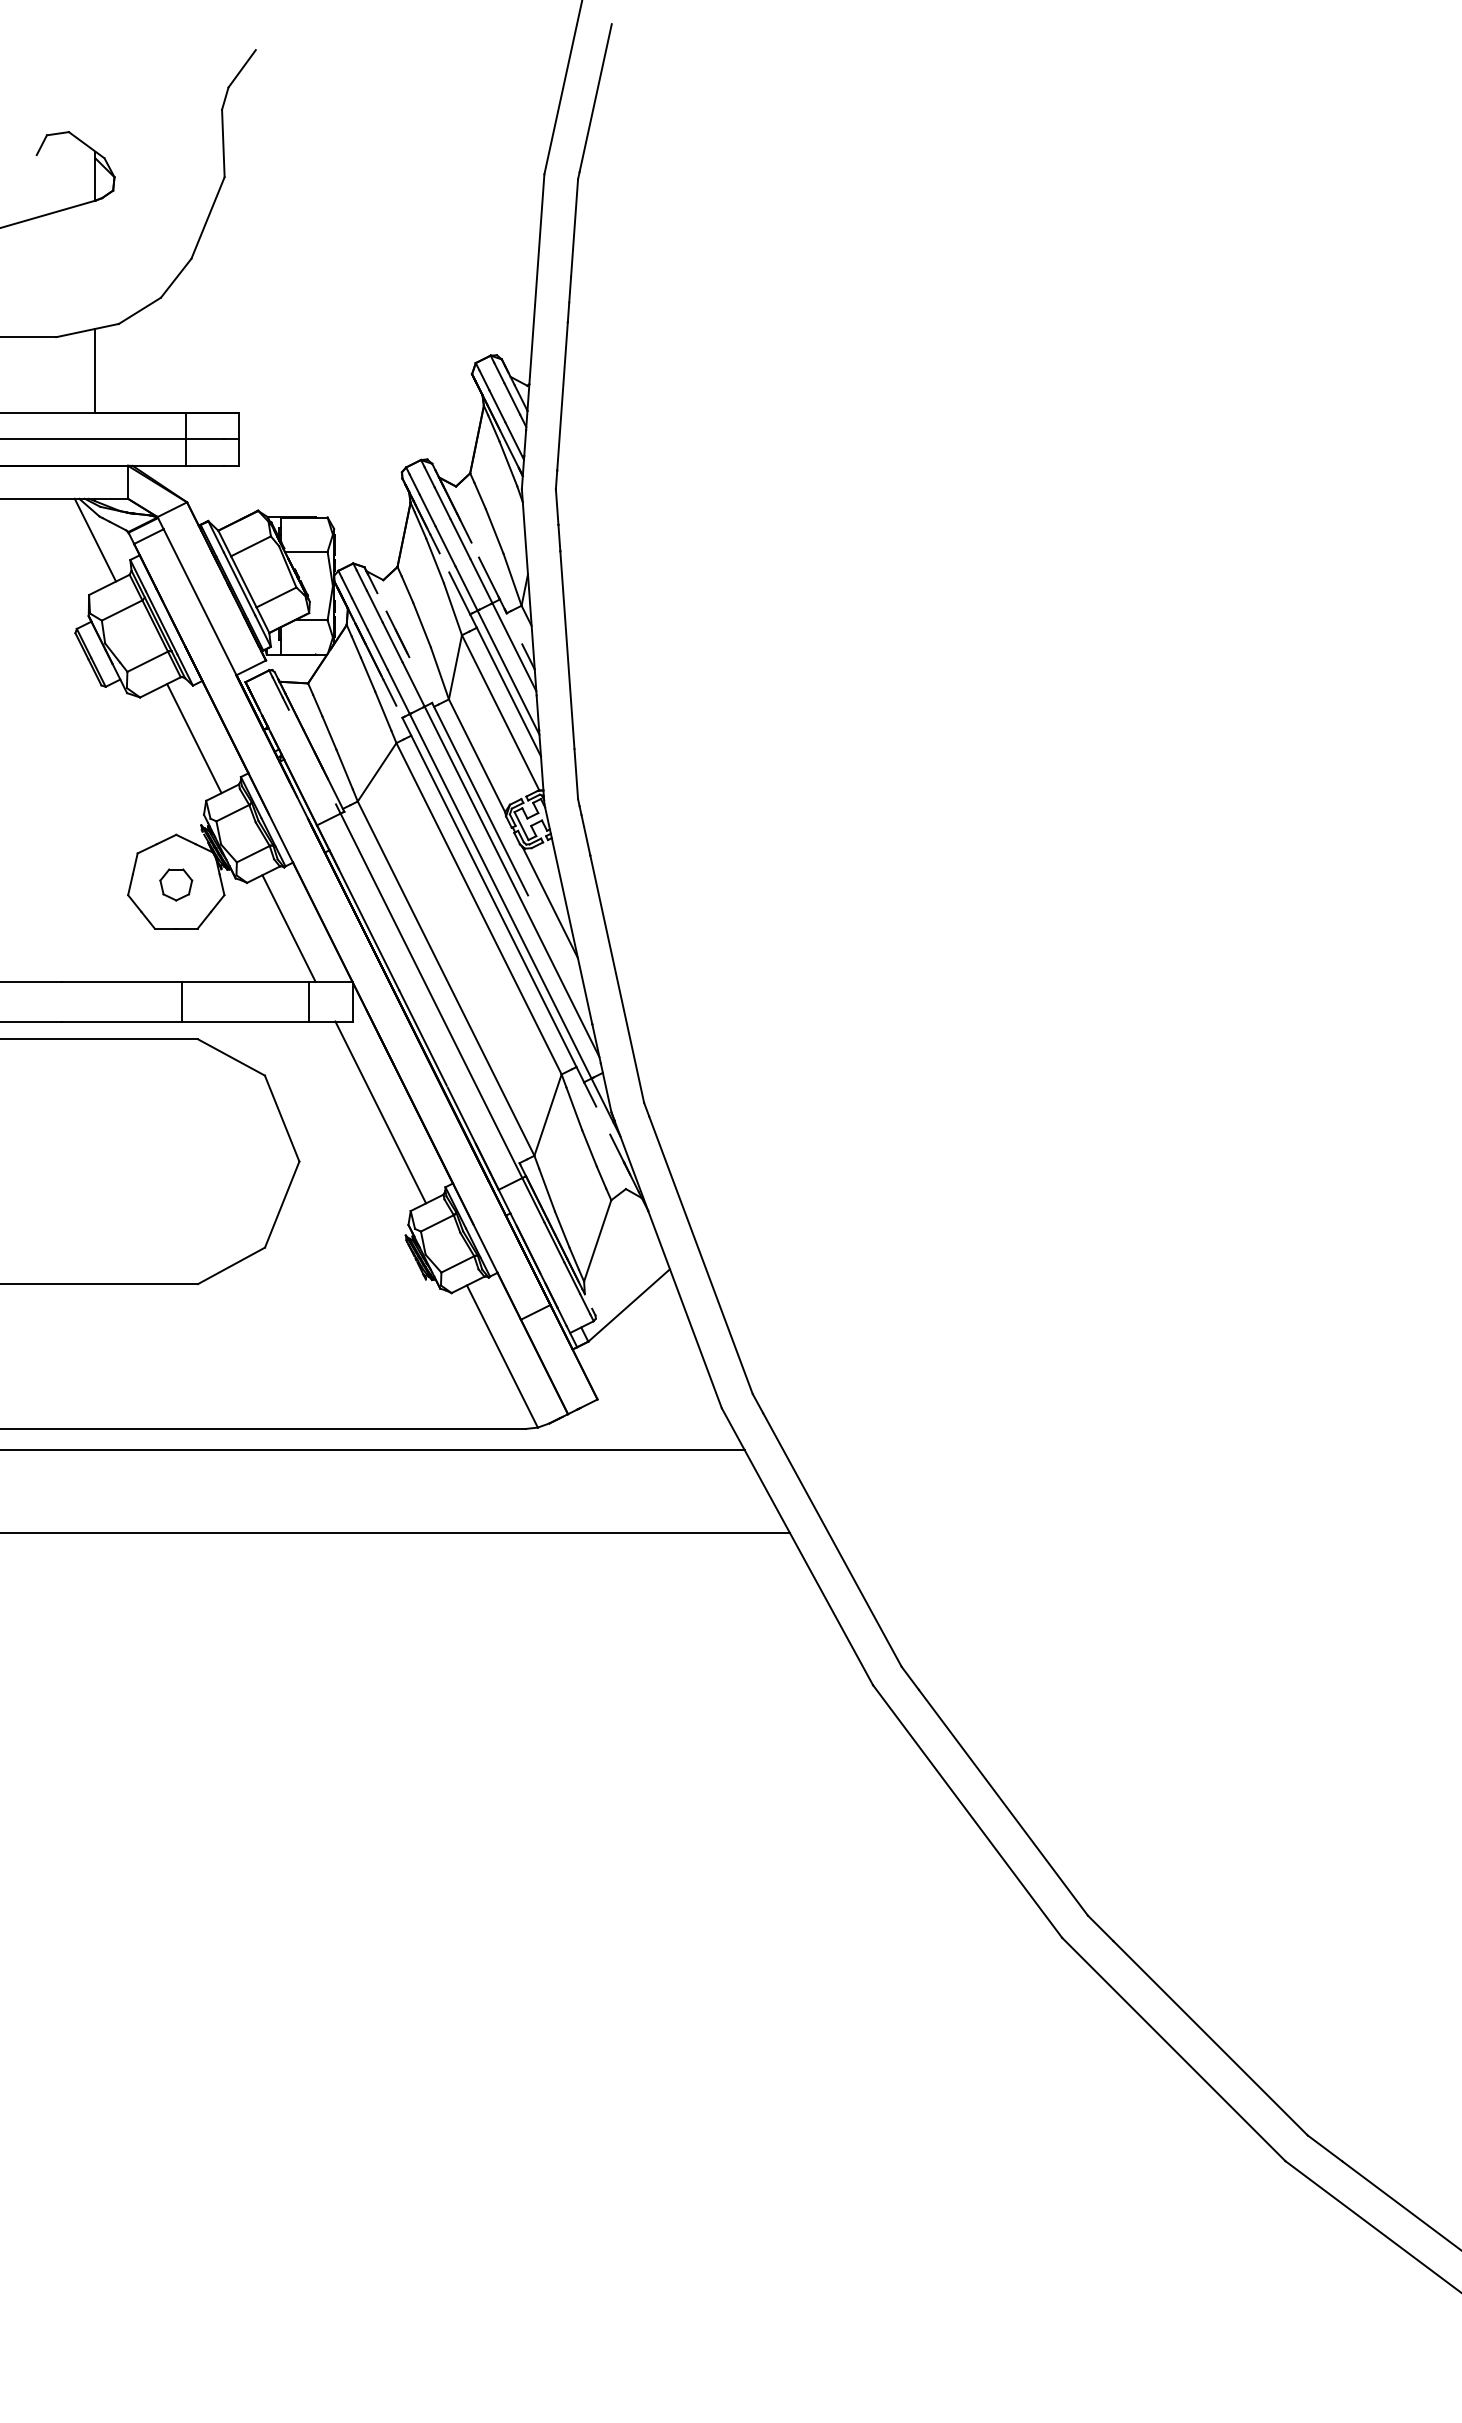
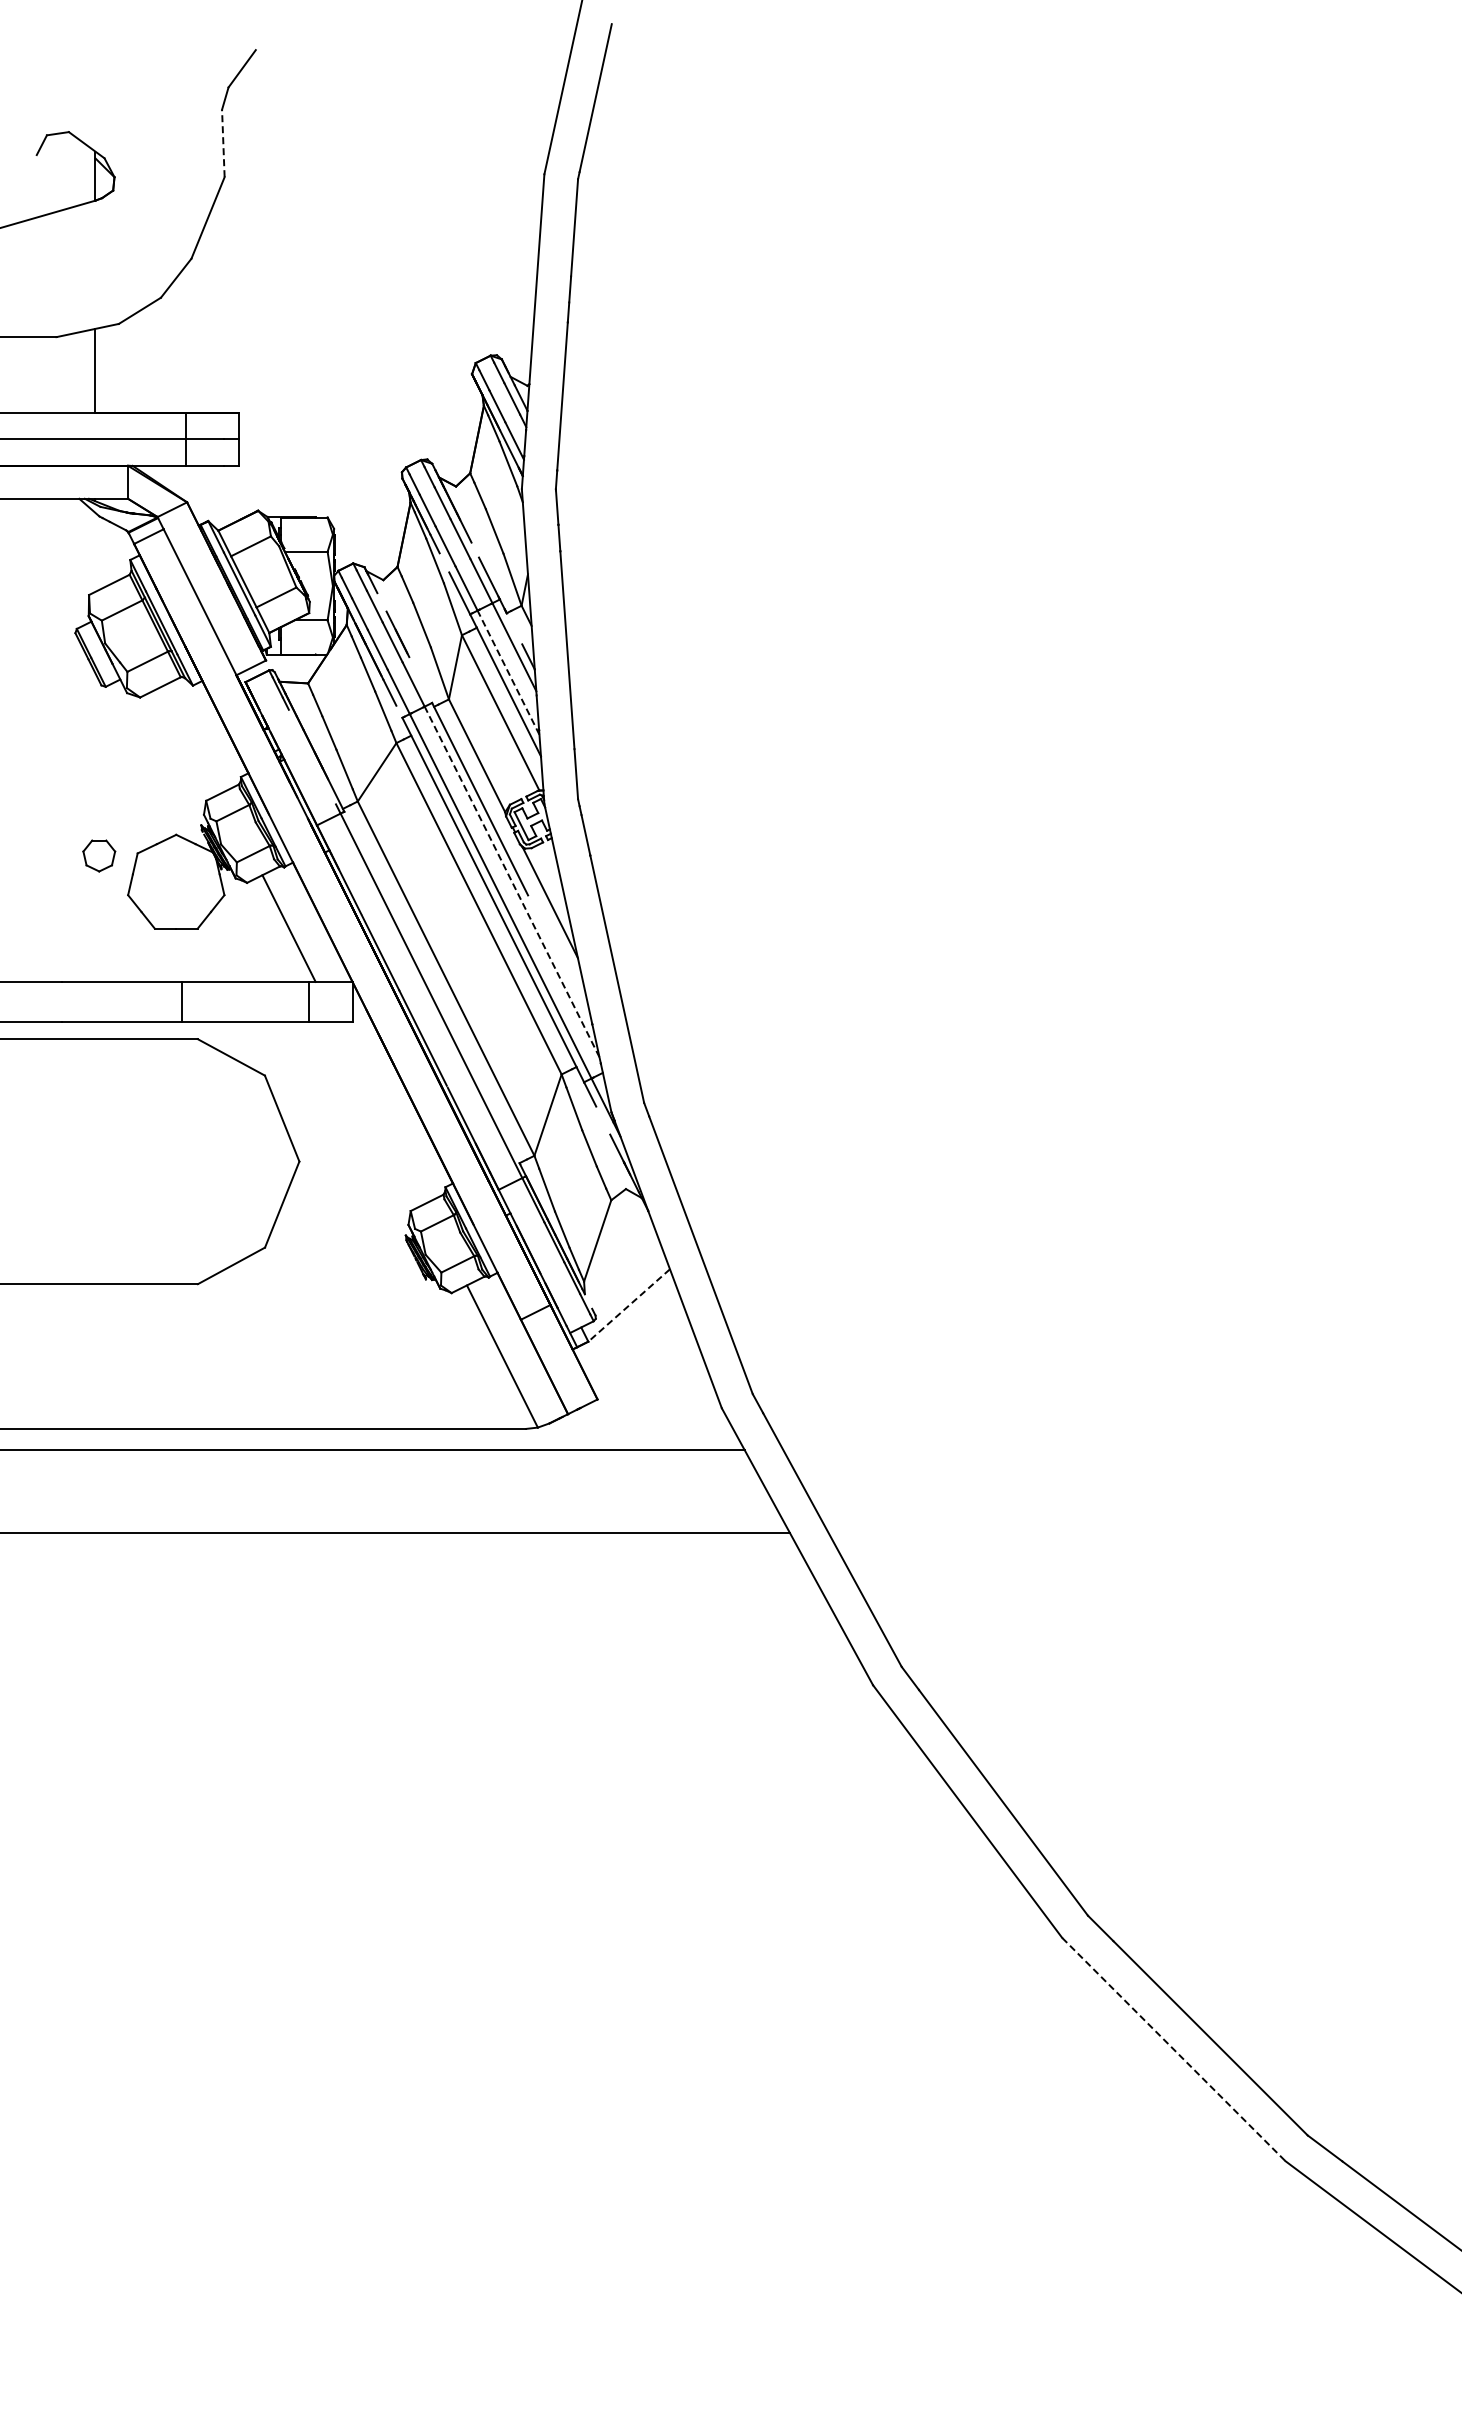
line at (223, 143): solid -> dashed
line at (95, 539): present -> none
line at (508, 672): solid -> dashed
line at (194, 738): present -> none
line at (512, 881): solid -> dashed
part at (176, 884) position: (176, 884) -> (99, 855)
line at (380, 1112): present -> none
line at (629, 1305): solid -> dashed
line at (1173, 2049): solid -> dashed
